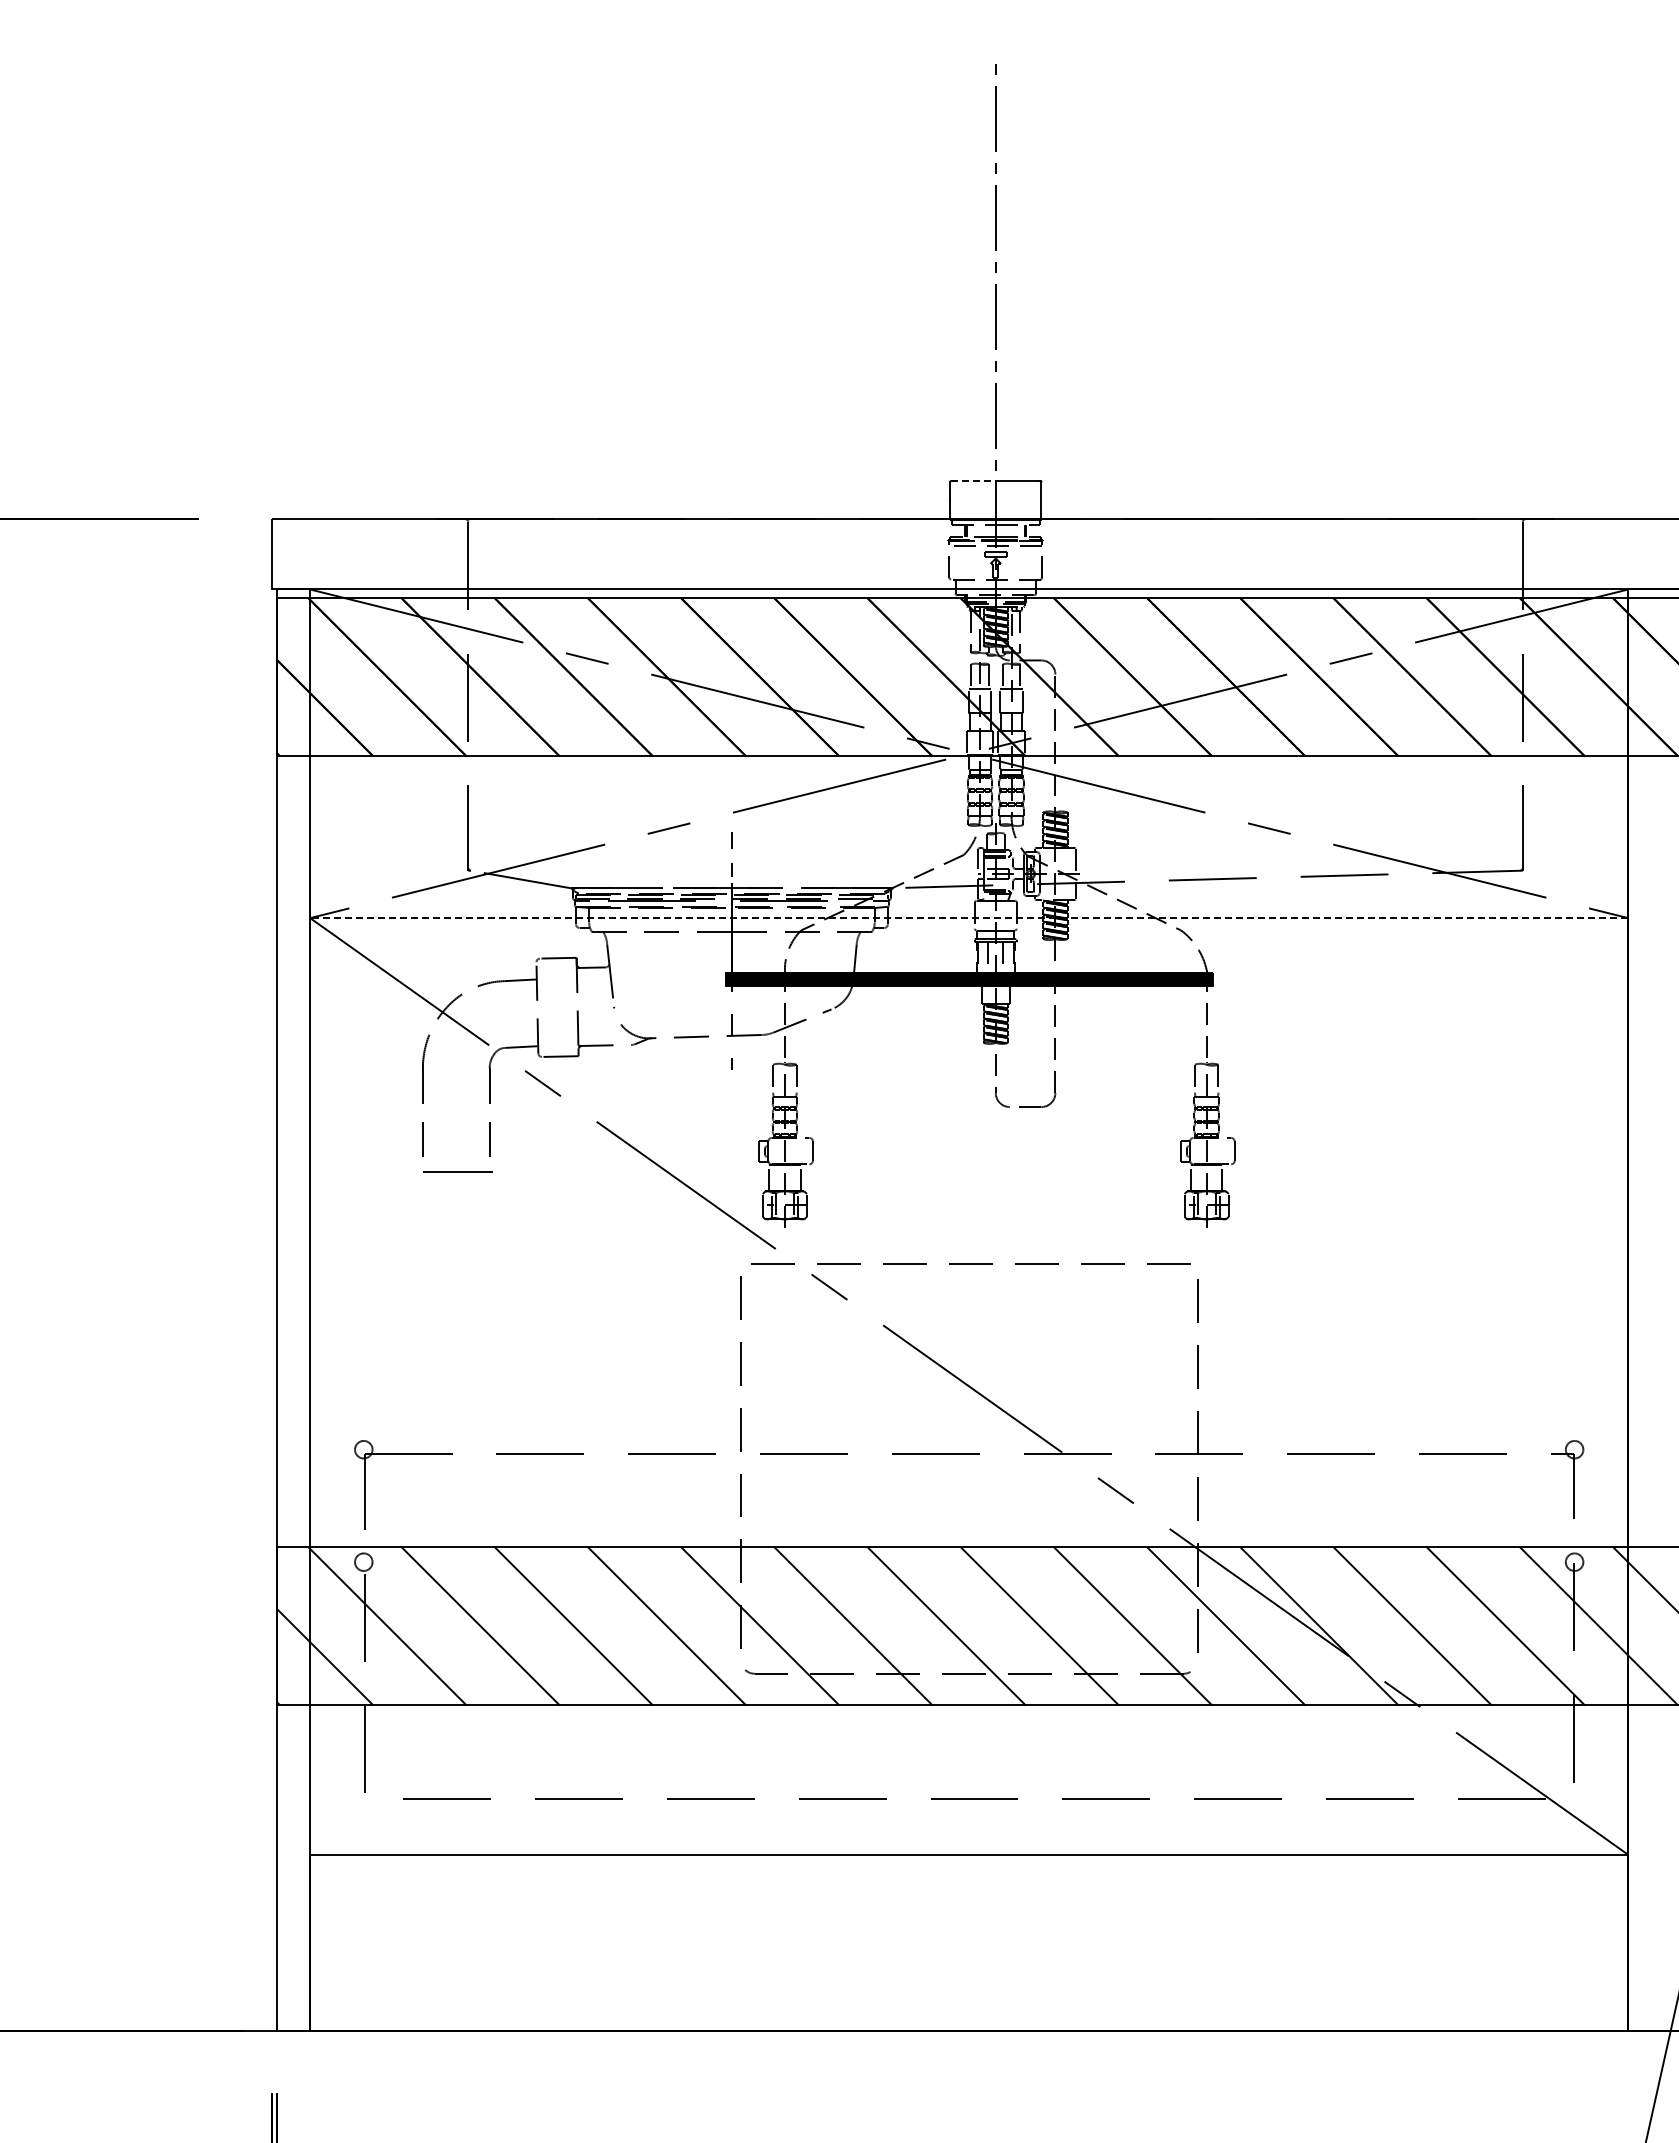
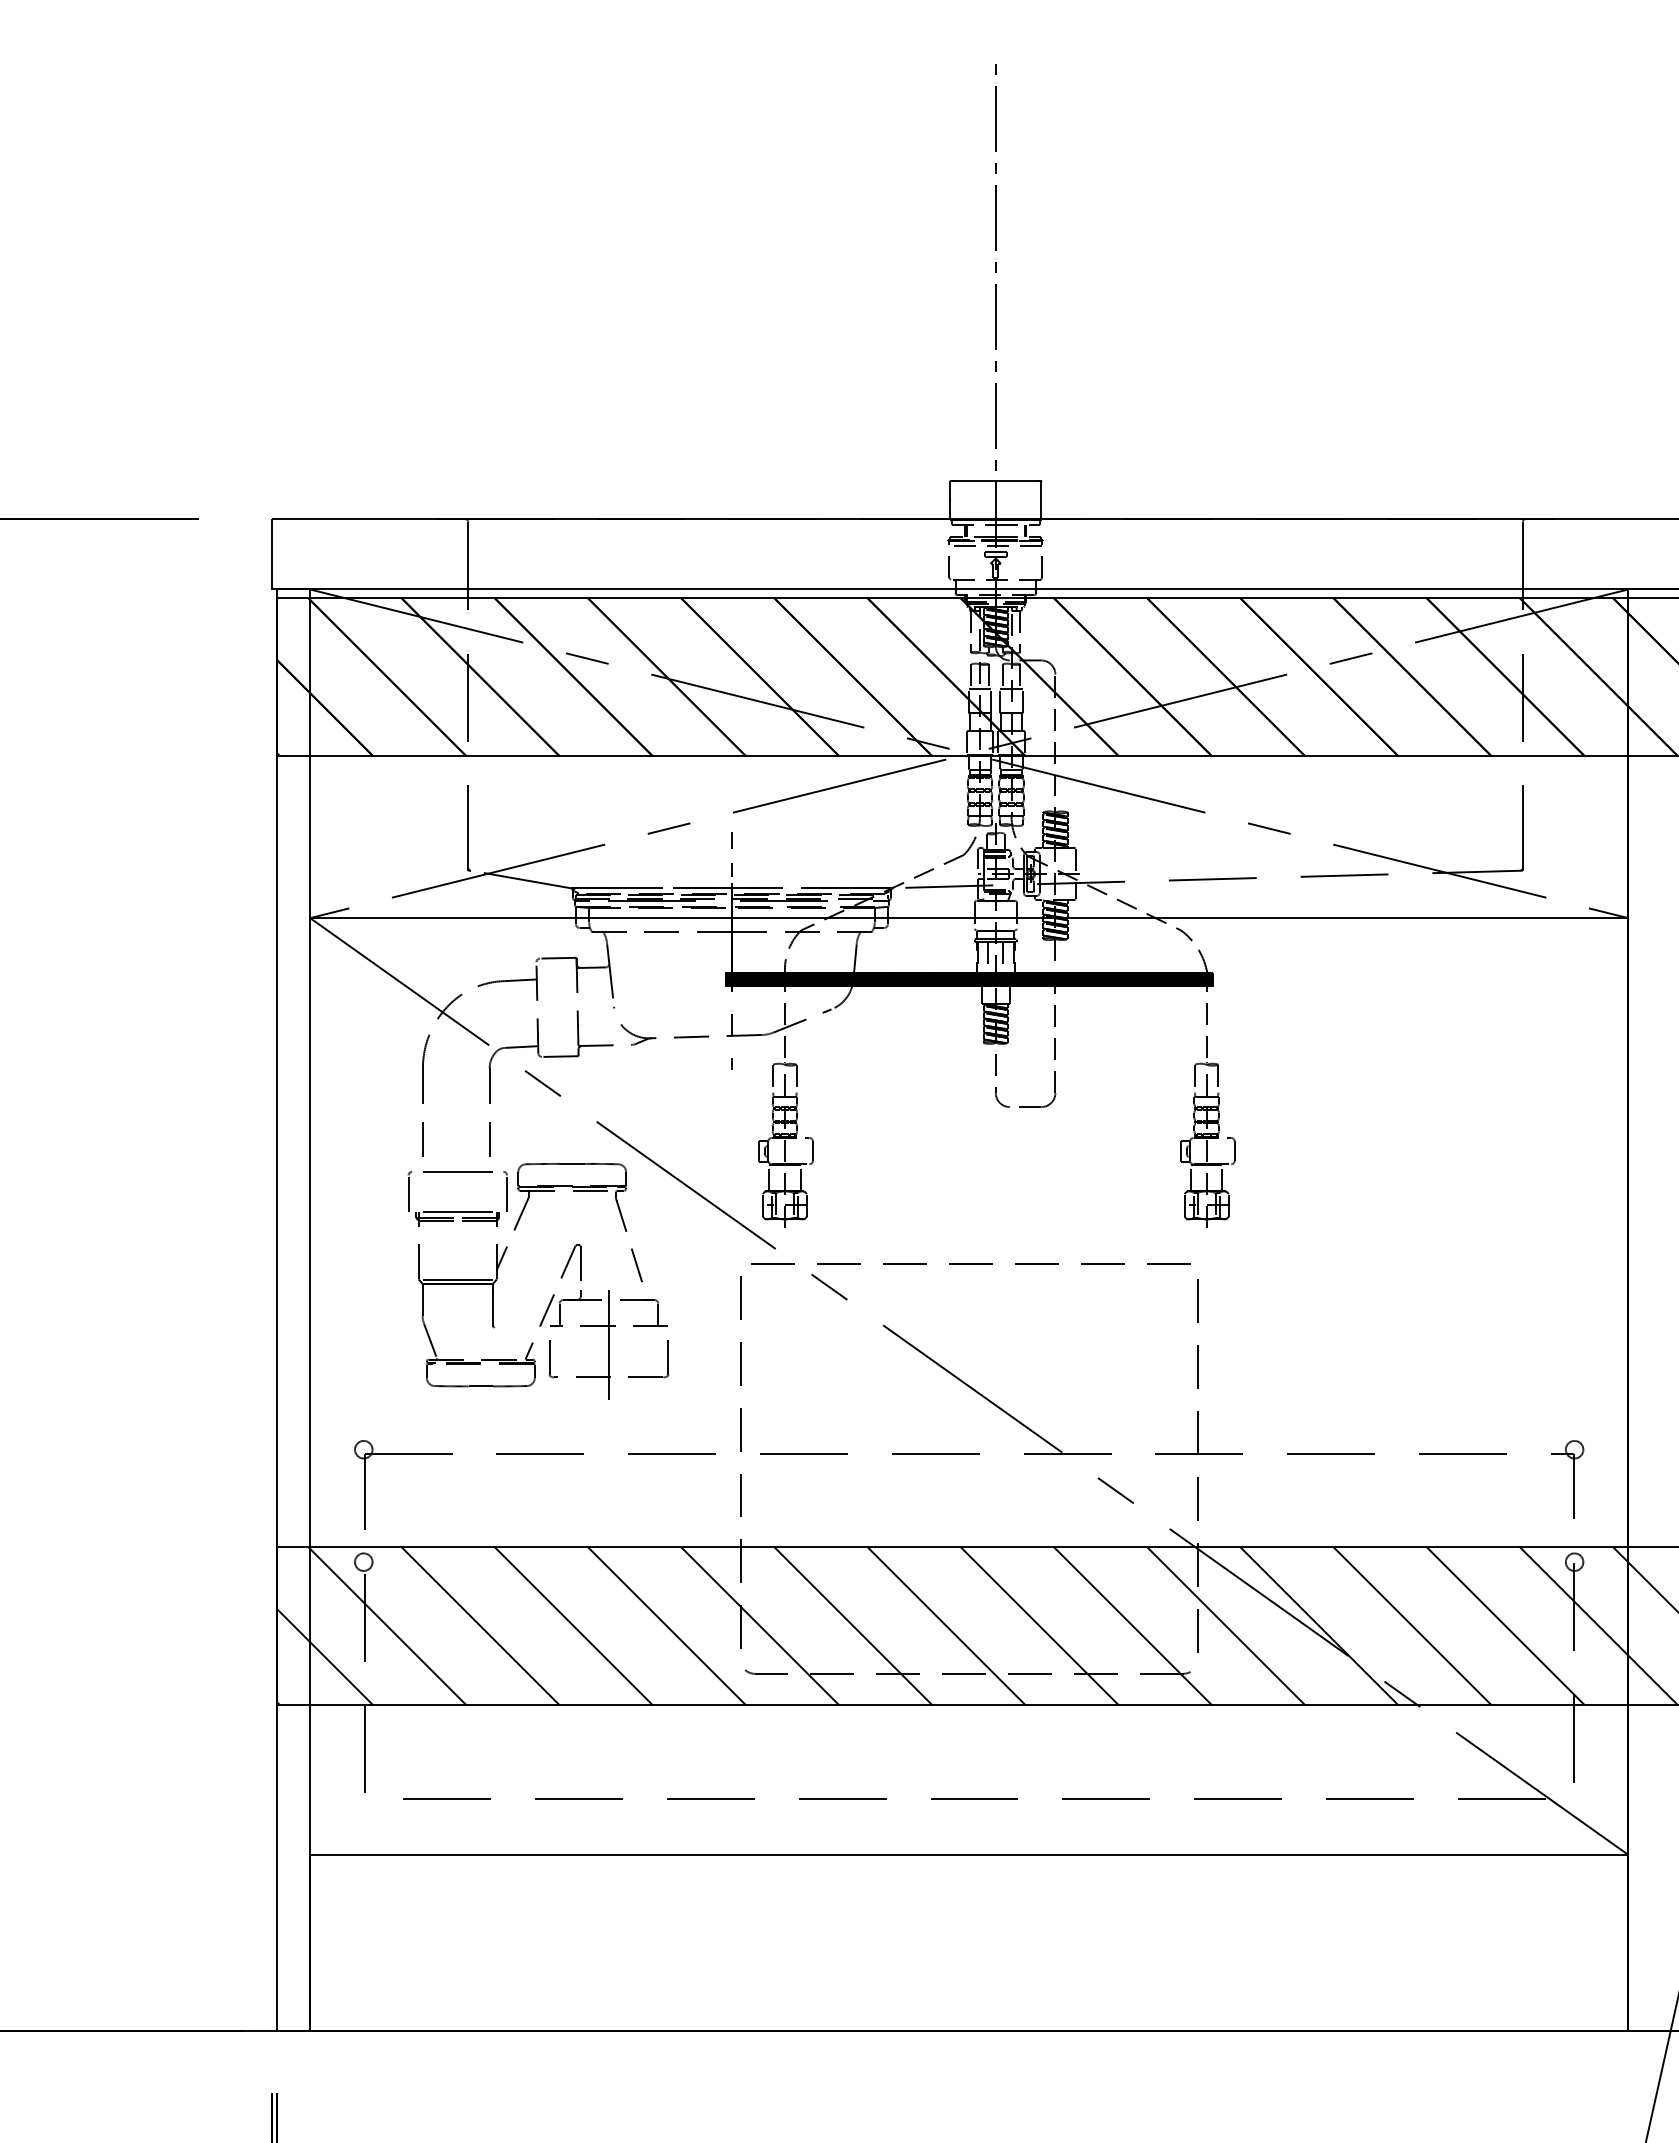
line at (973, 481): dashed -> solid
line at (968, 918): dashed -> solid
part at (552, 1295): none -> present
